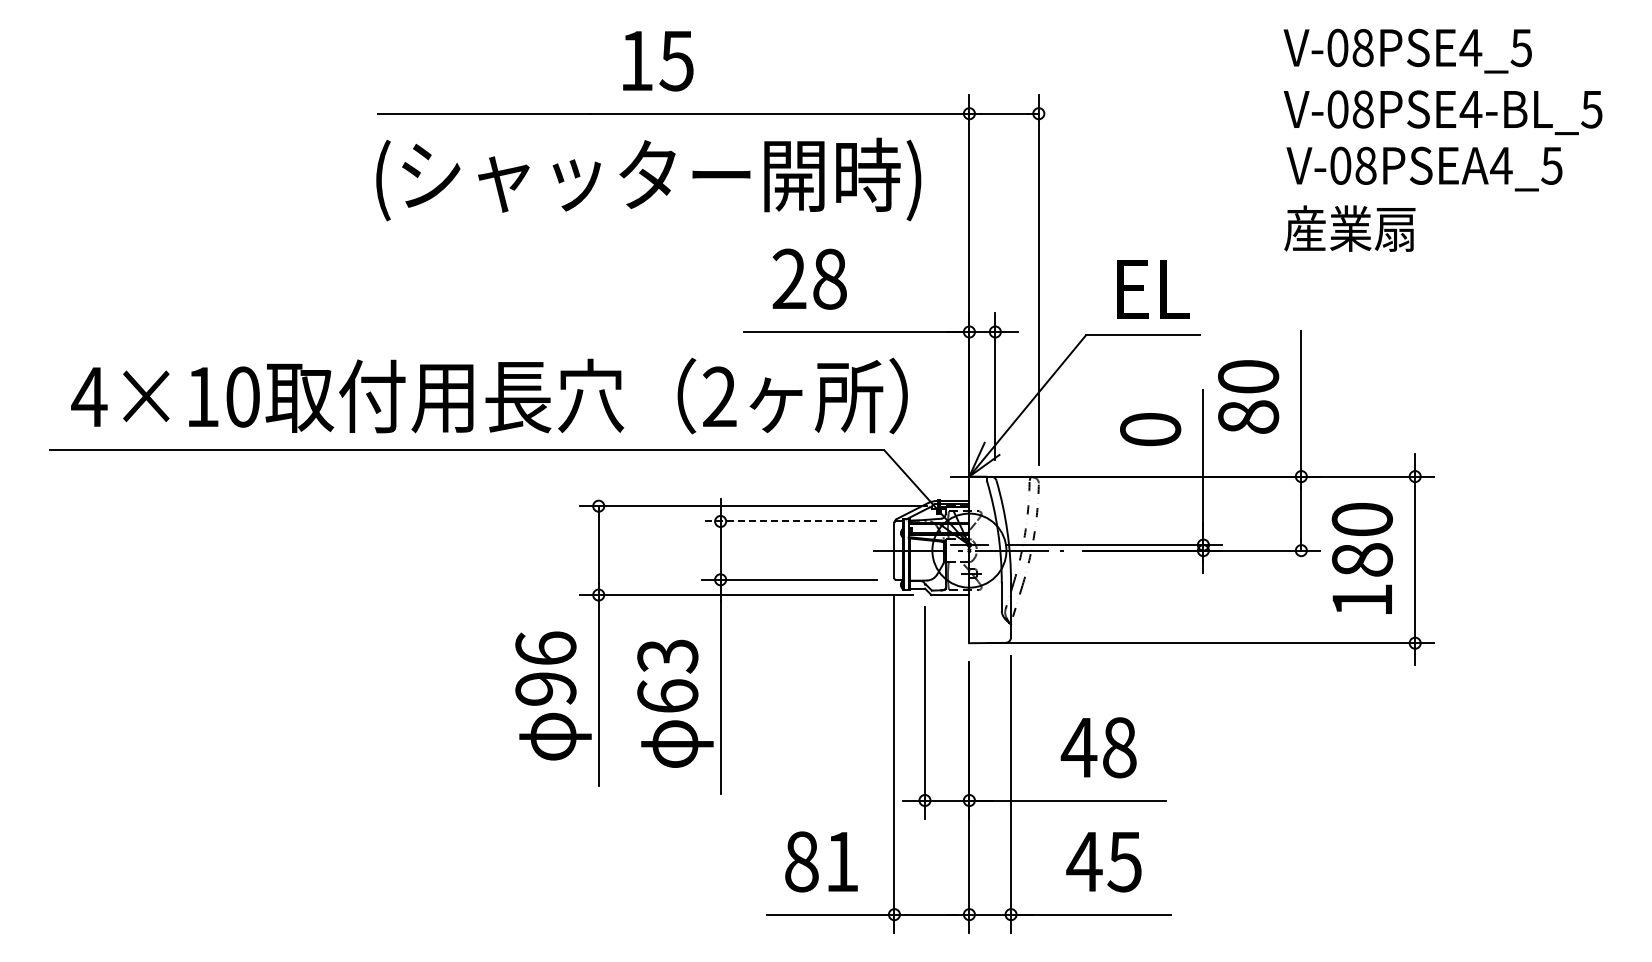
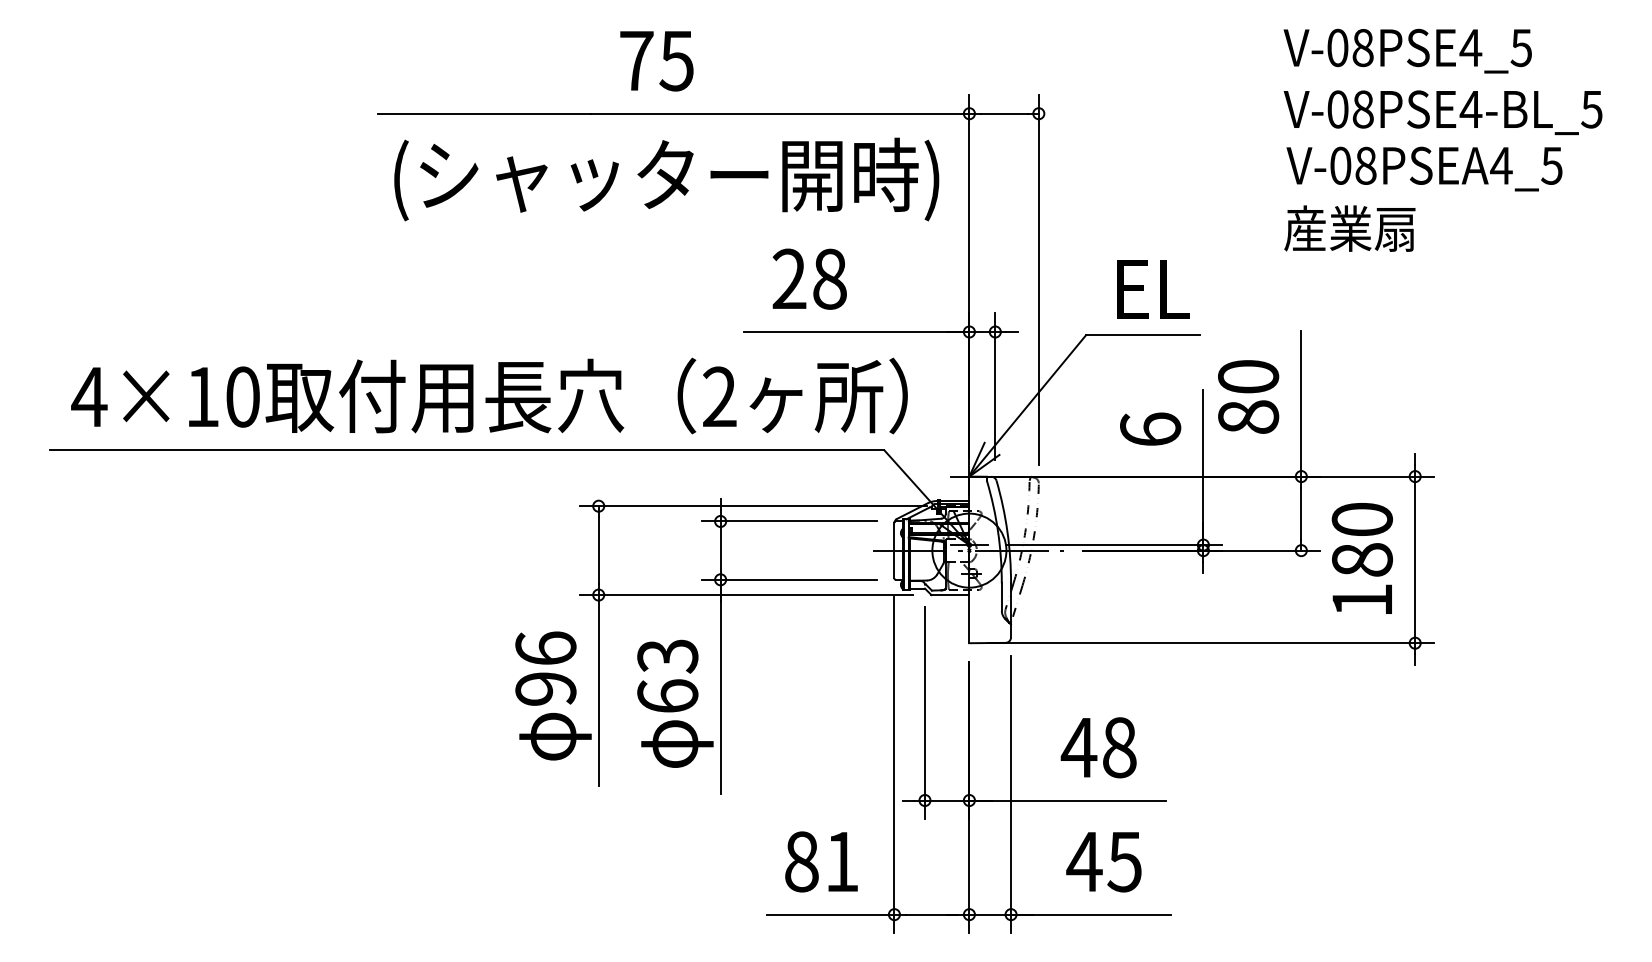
text at (636, 60): 15 -> 75
text at (648, 179) position: (648, 179) -> (666, 179)
text at (1150, 429): 0 -> 6
line at (789, 521): dashed -> solid
